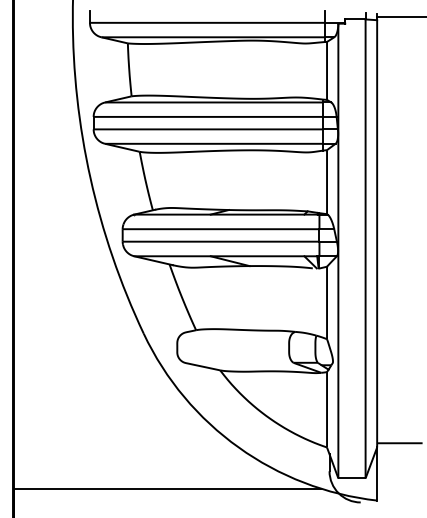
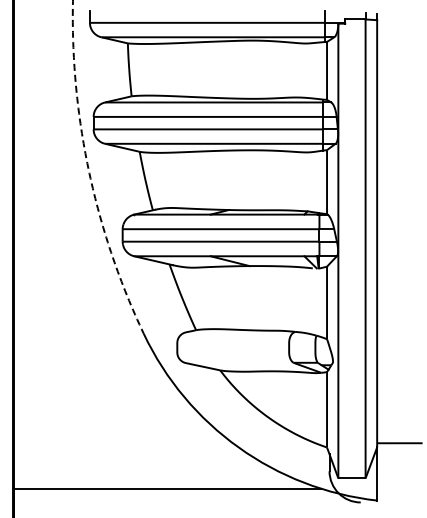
line at (400, 17): present -> none
arc at (88, 170): solid -> dashed
